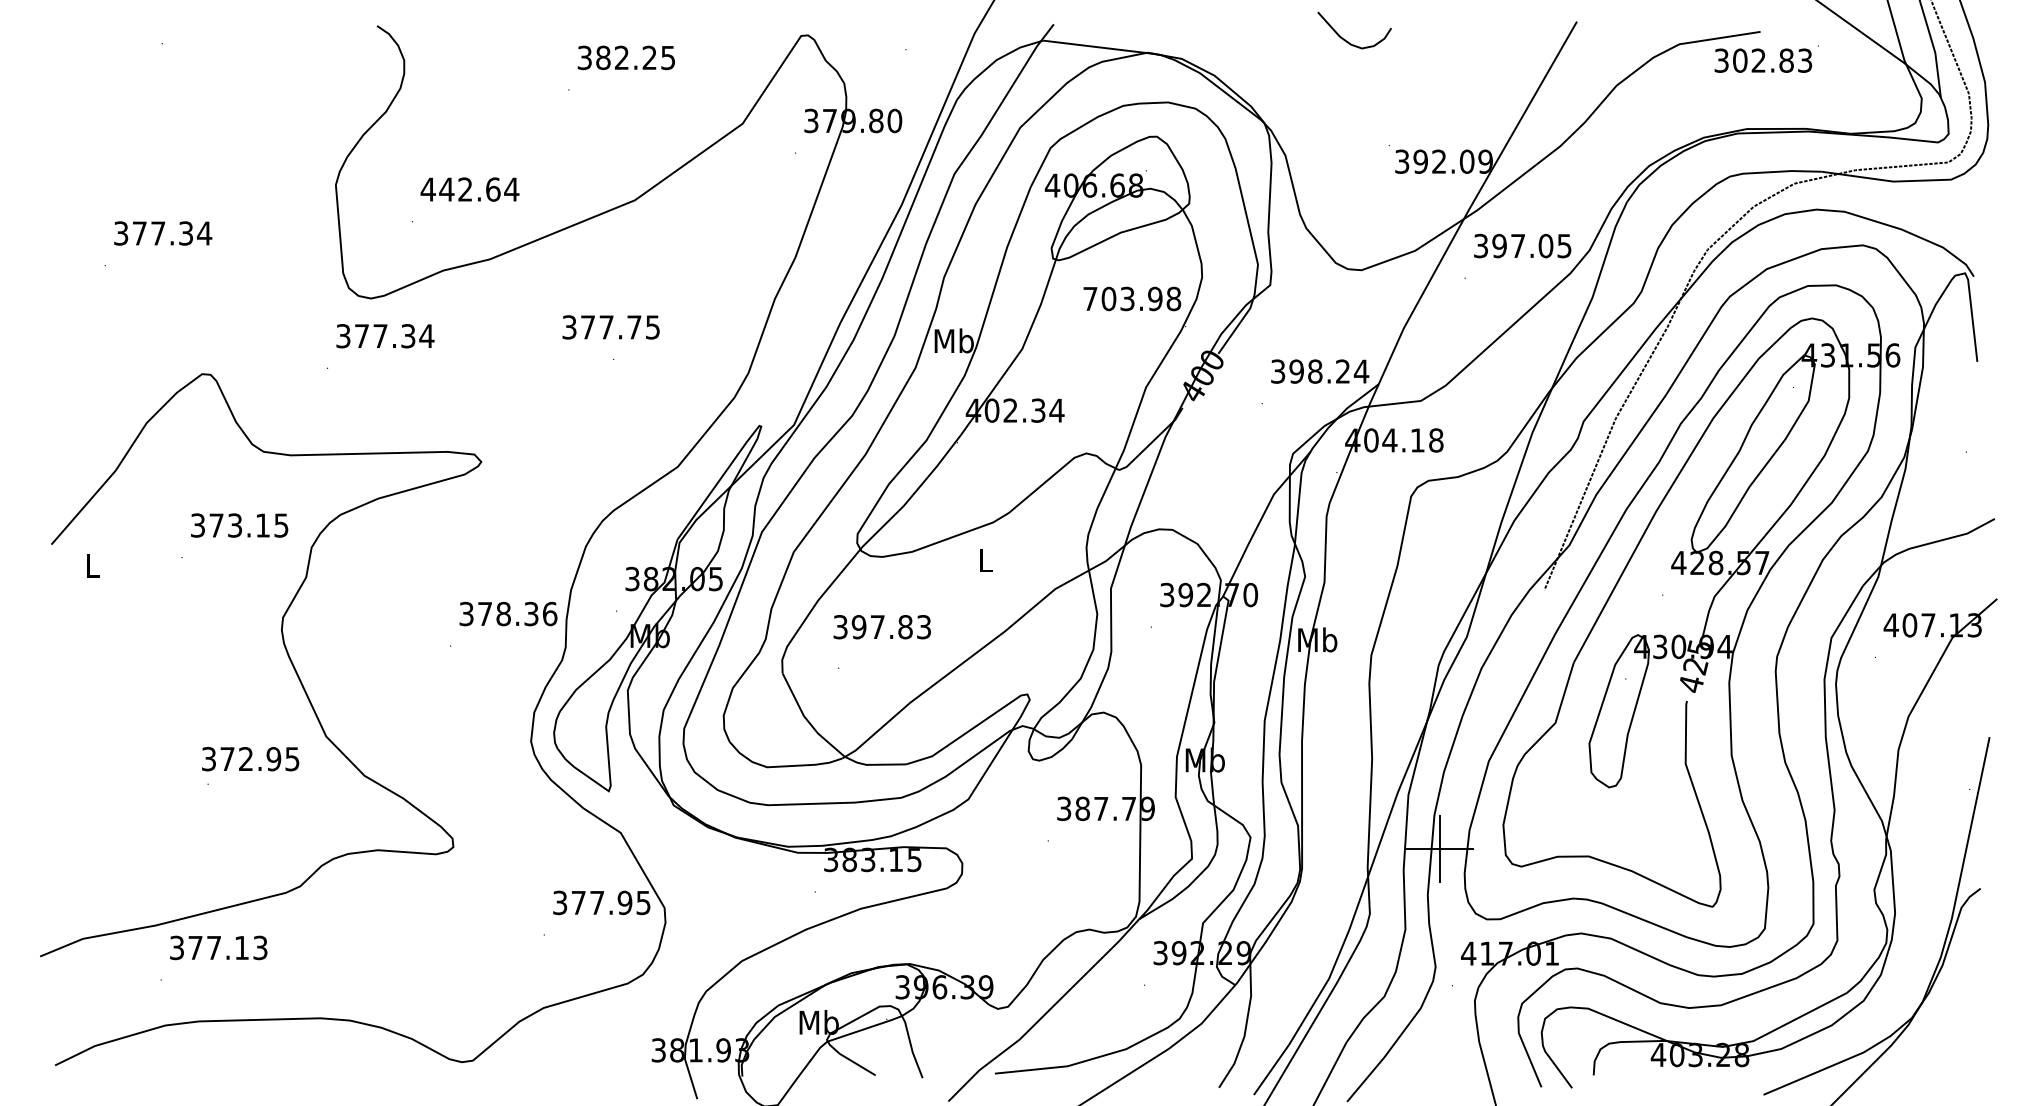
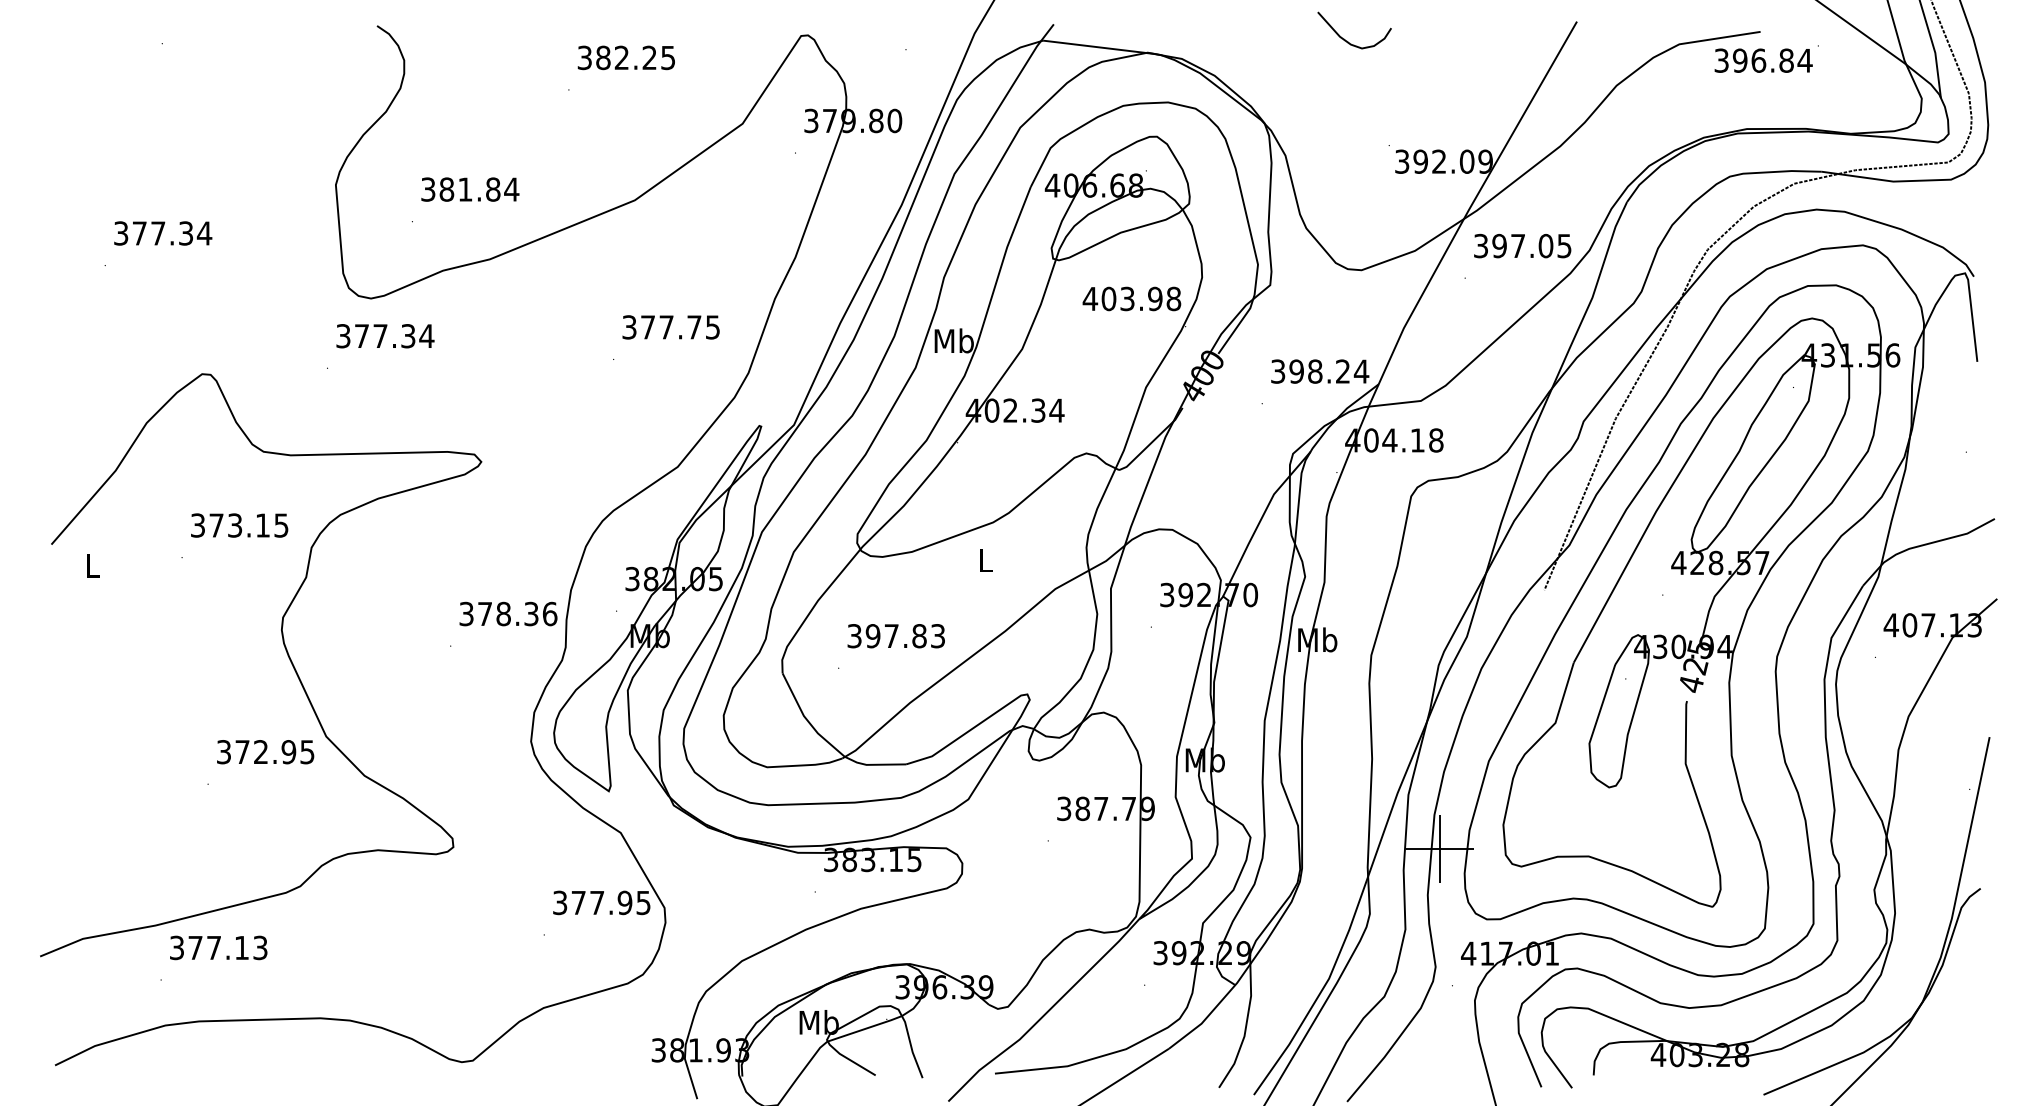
text at (1772, 60): 302.83 -> 396.84
text at (460, 189): 442.64 -> 381.84
text at (1090, 298): 703.98 -> 403.98
text at (610, 327) position: (610, 327) -> (670, 327)
text at (881, 627) position: (881, 627) -> (895, 636)
text at (250, 759) position: (250, 759) -> (265, 752)
